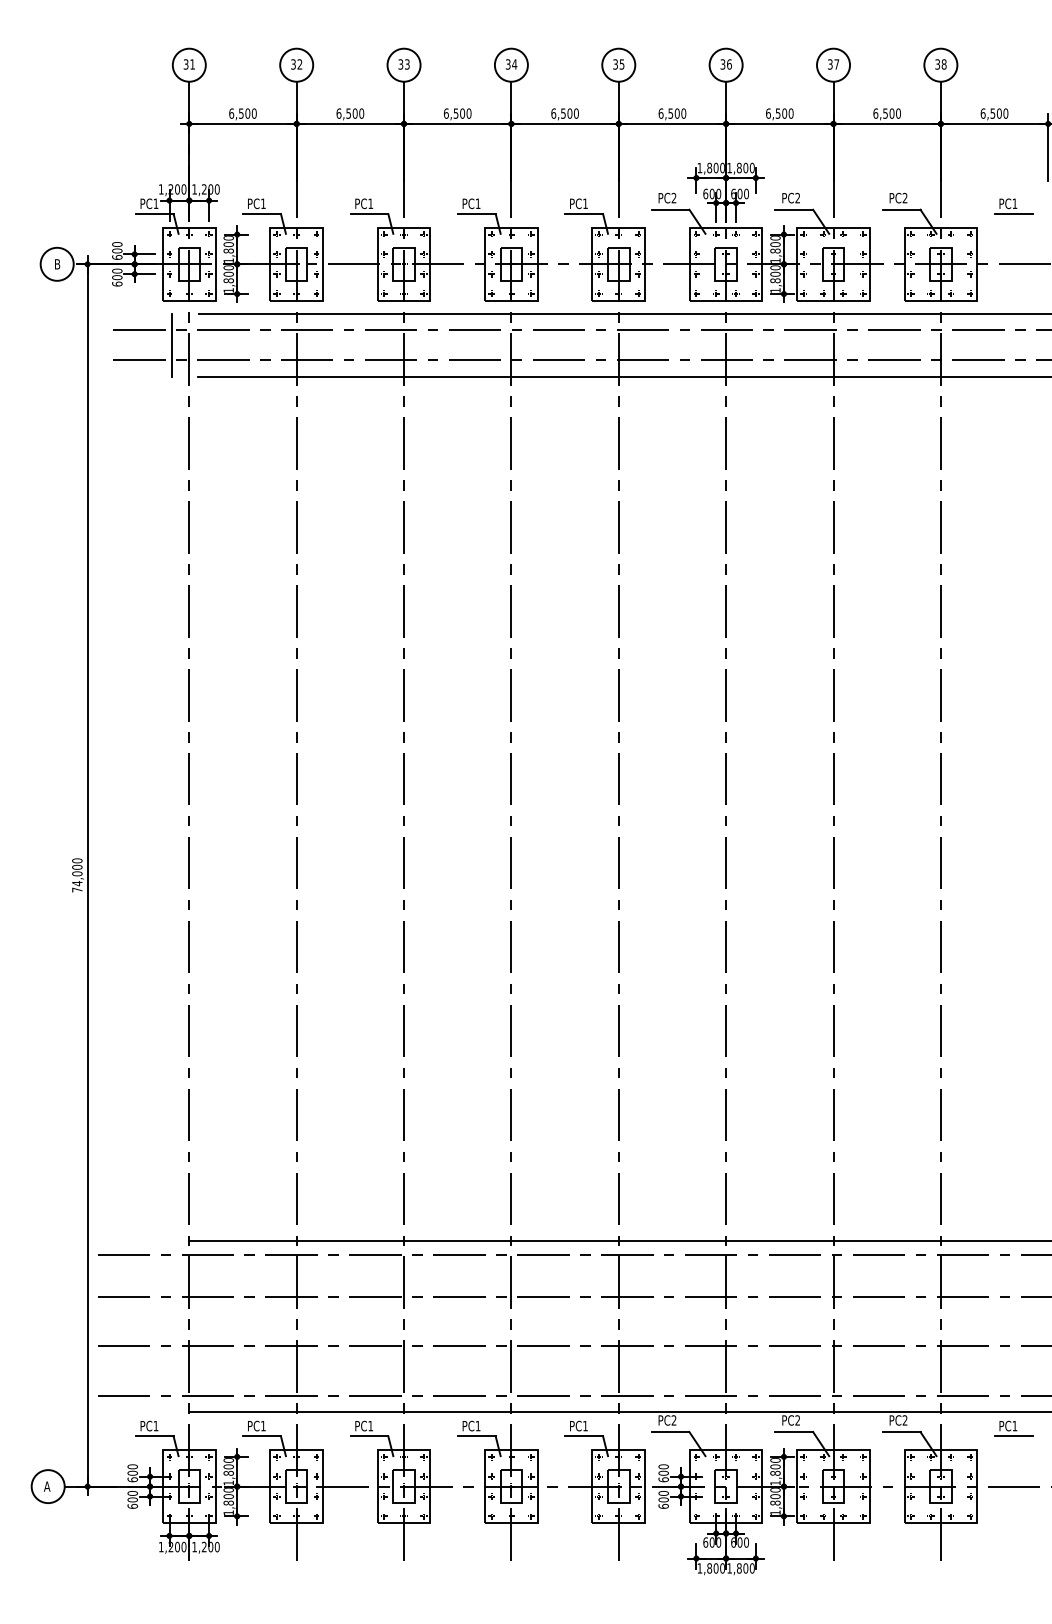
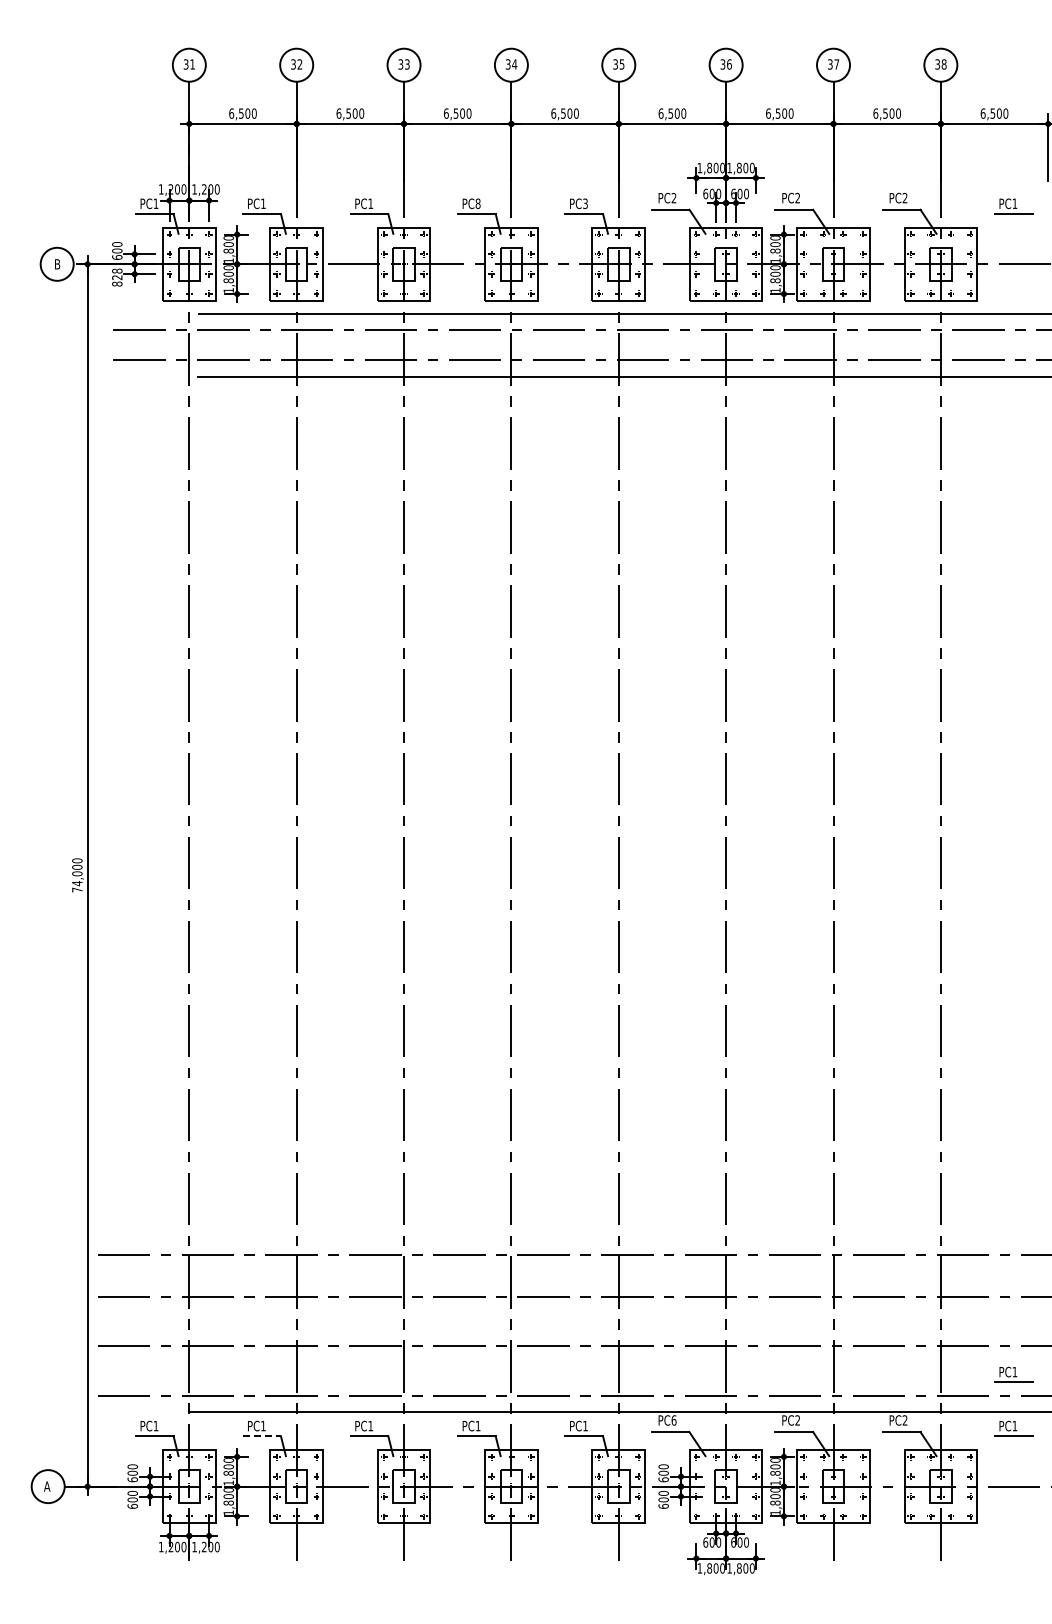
text at (477, 203): PC1 -> PC8
text at (585, 203): PC1 -> PC3
text at (117, 277): 600 -> 828
line at (171, 344): present -> none
line at (618, 1240): present -> none
part at (1013, 1374): none -> present
text at (673, 1420): PC2 -> PC6
line at (262, 1436): solid -> dashed
